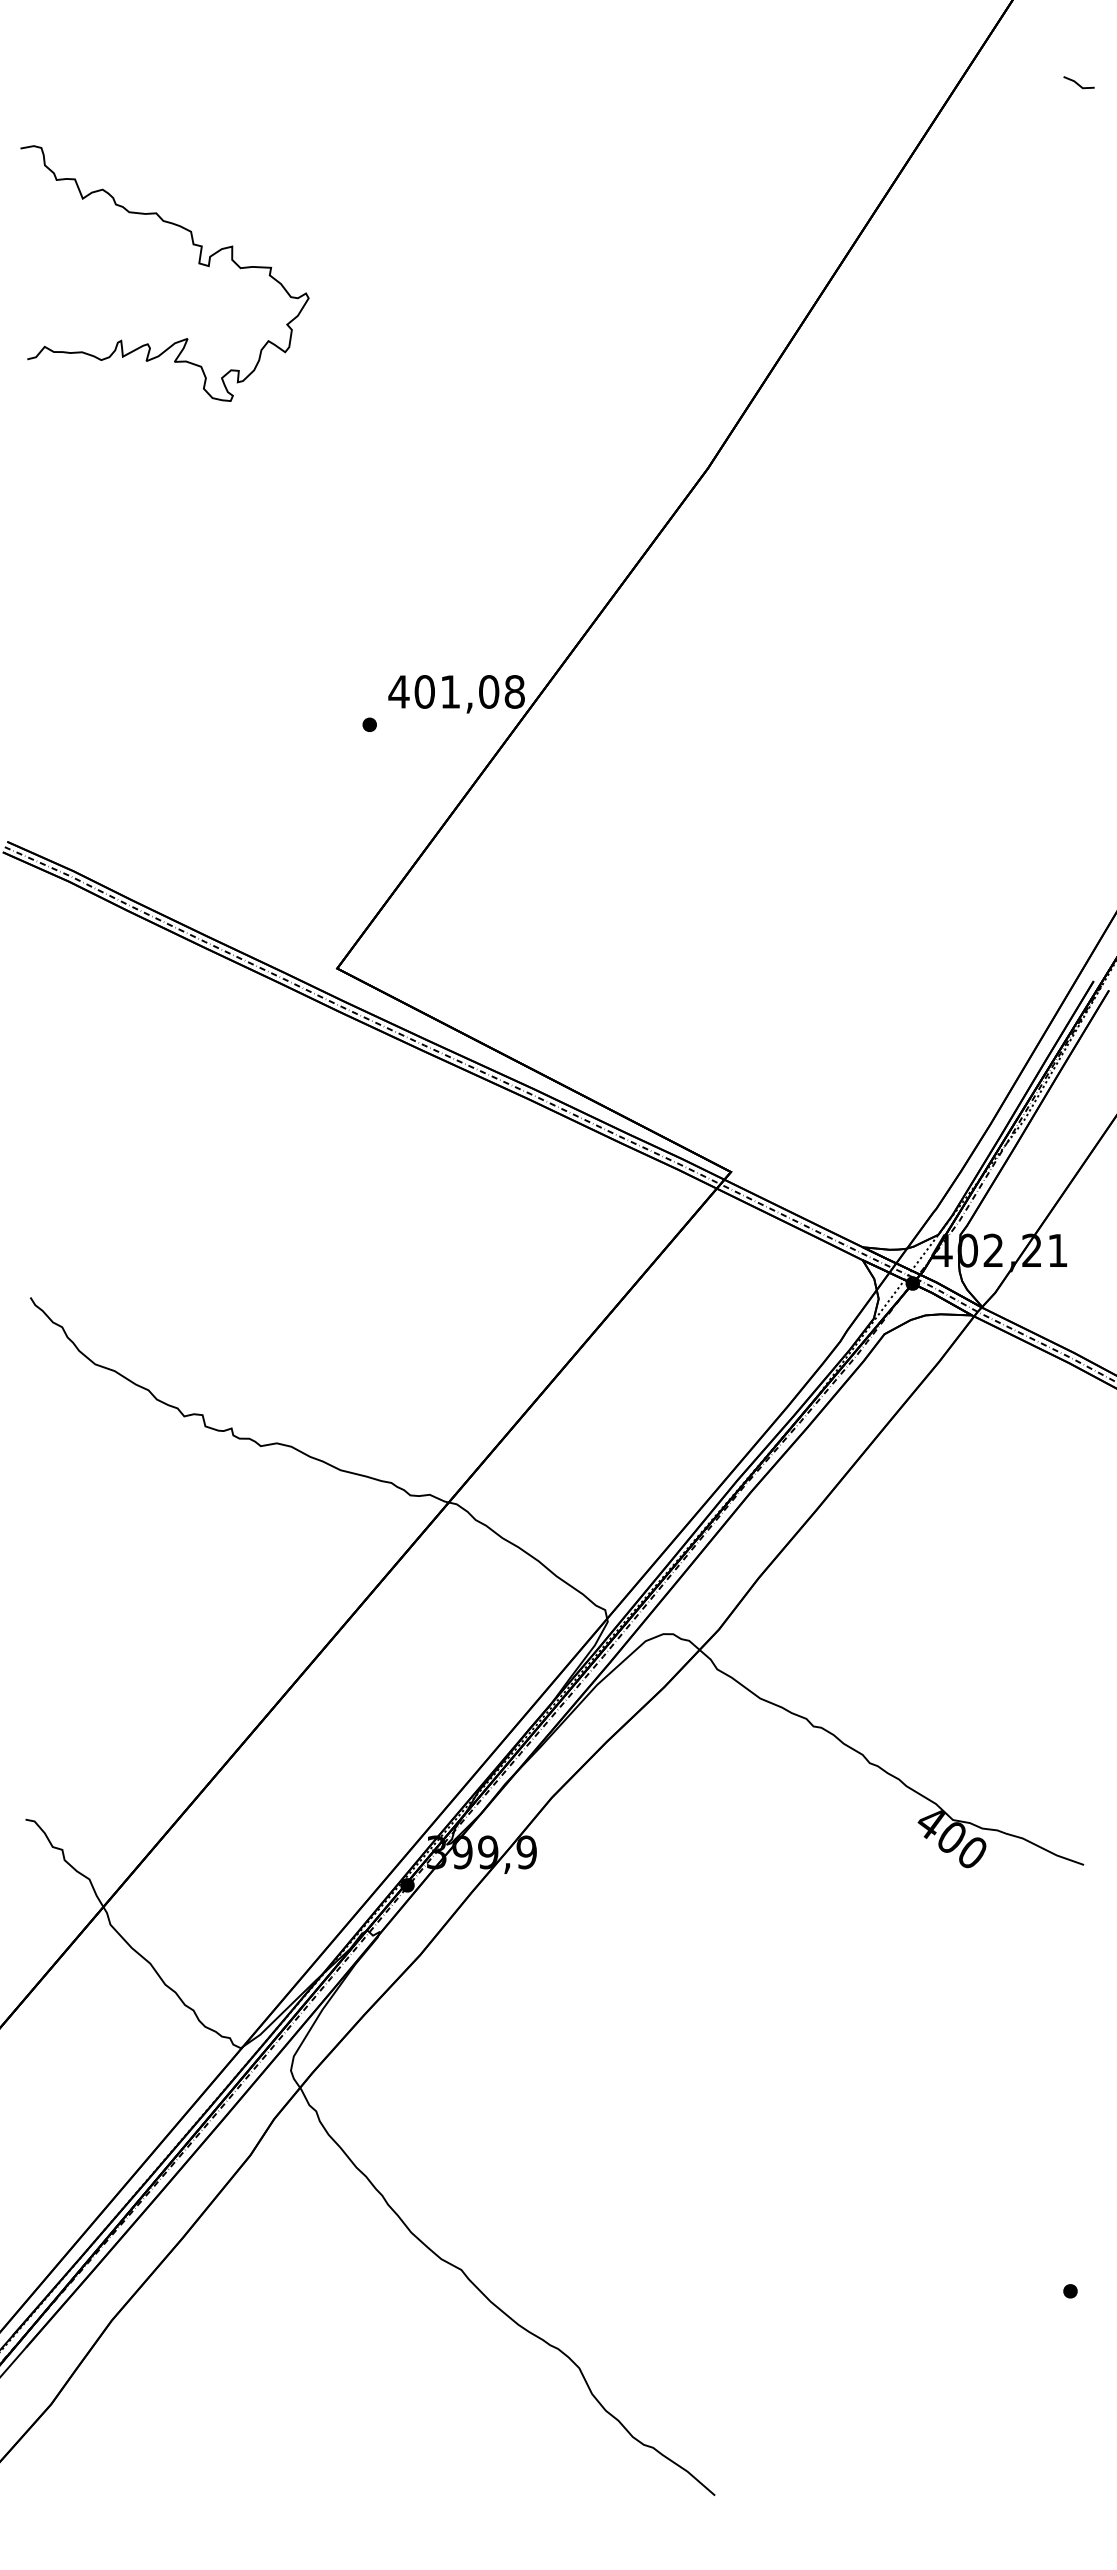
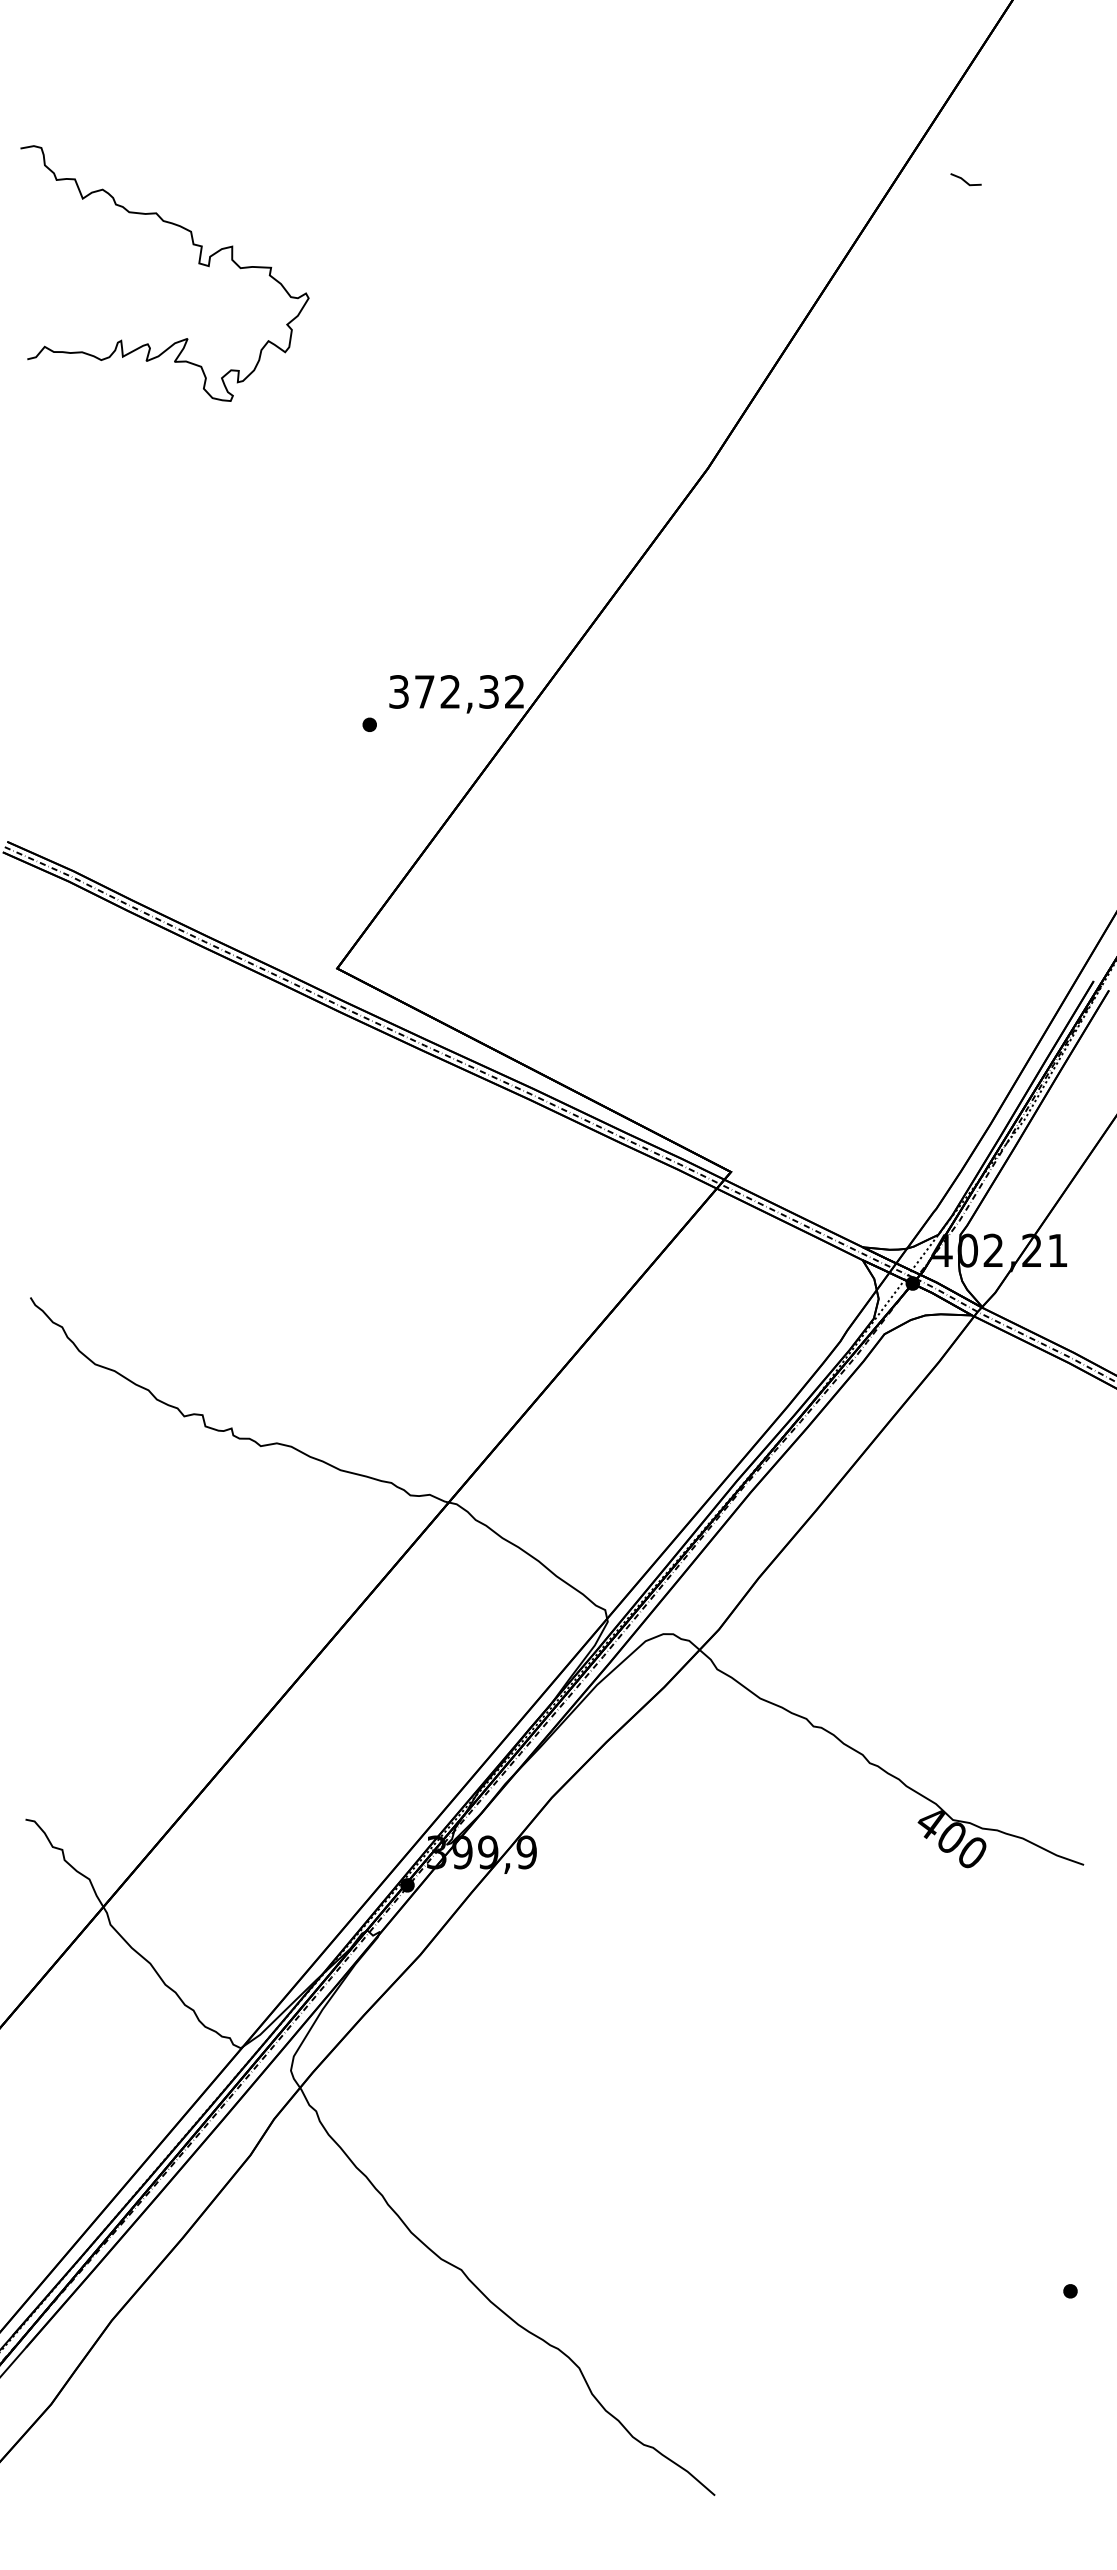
line at (1077, 82) position: (1077, 82) -> (964, 179)
text at (456, 691): 401,08 -> 372,32
